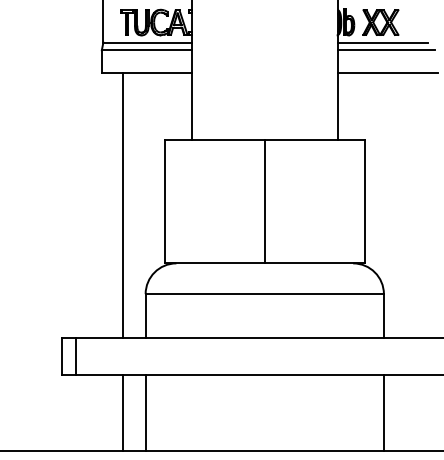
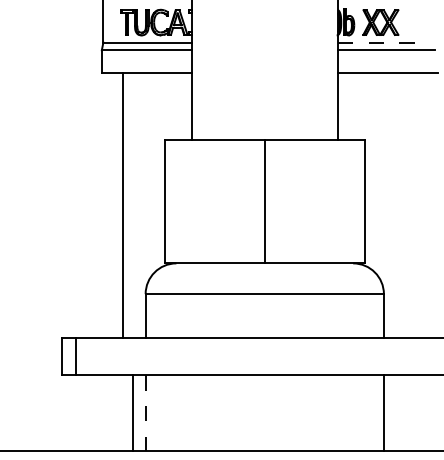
line at (382, 42): solid -> dashed
line at (122, 413) position: (122, 413) -> (132, 413)
line at (145, 413): solid -> dashed
